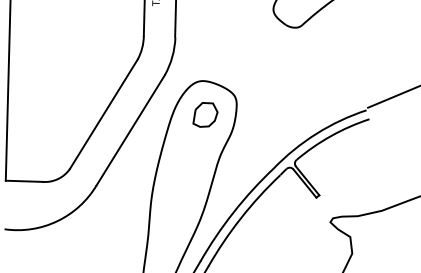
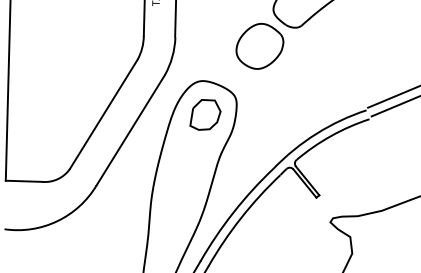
part at (259, 46): none -> present
line at (394, 106): none -> present
part at (205, 114) size: 27x26 px -> 33x32 px
